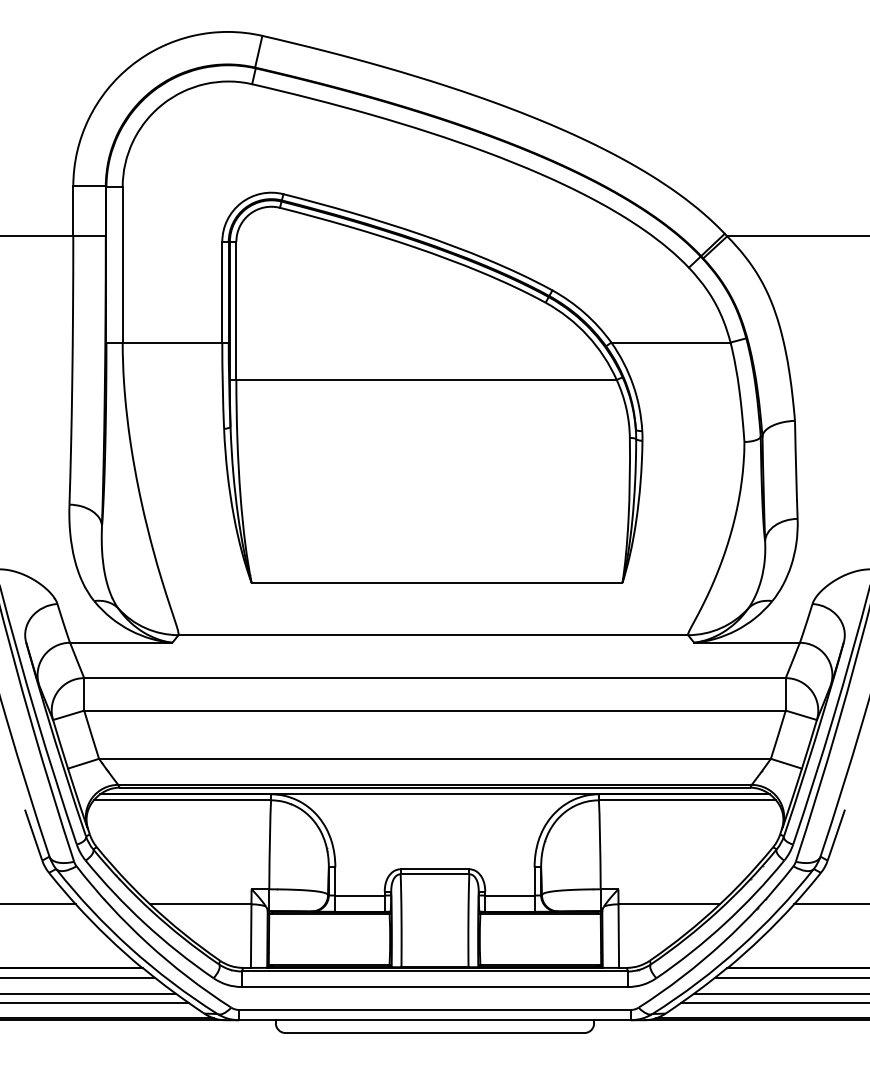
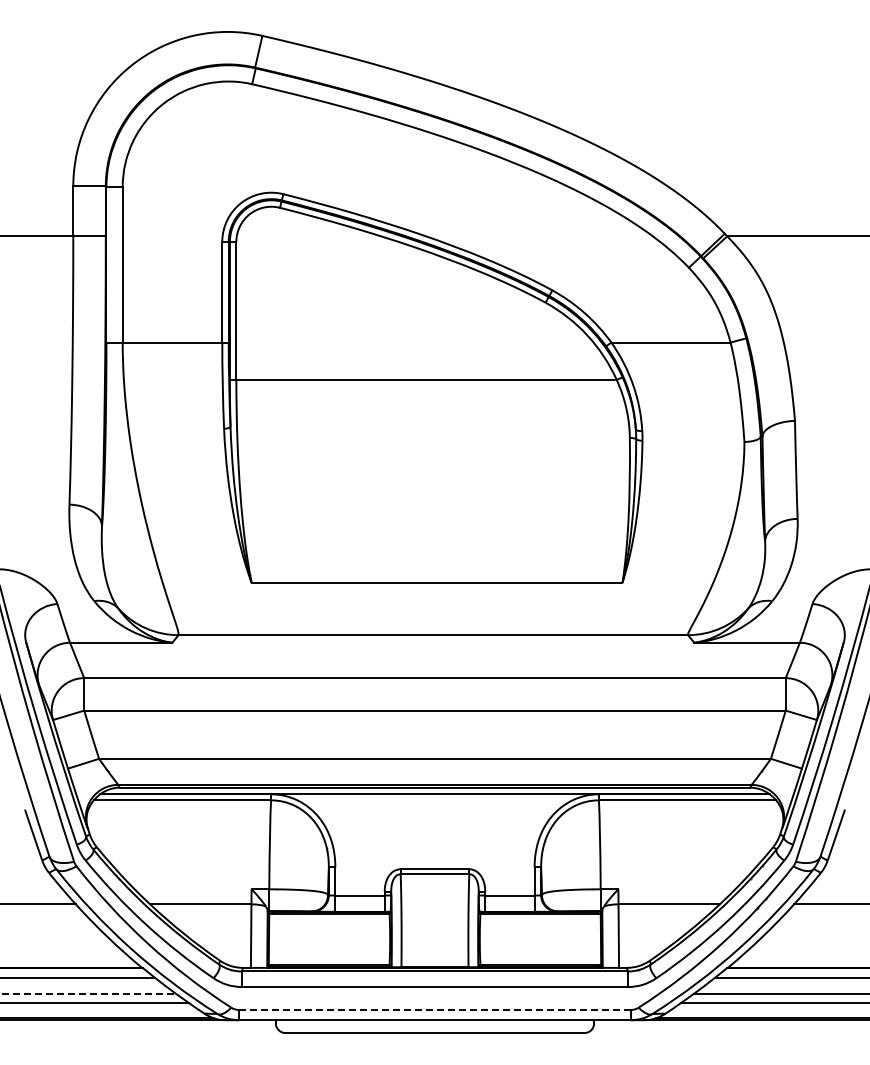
line at (88, 993): solid -> dashed
line at (434, 1009): solid -> dashed
